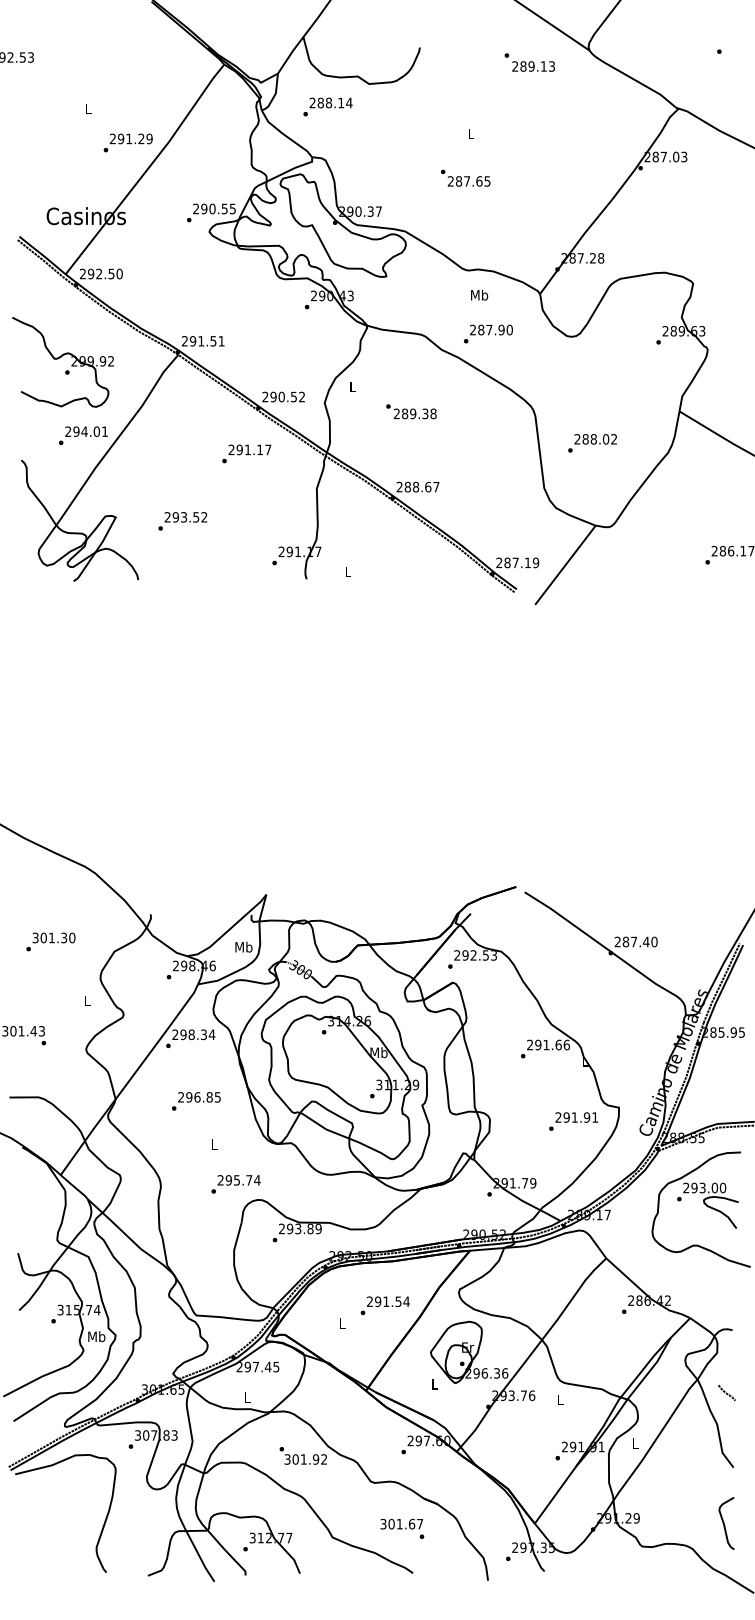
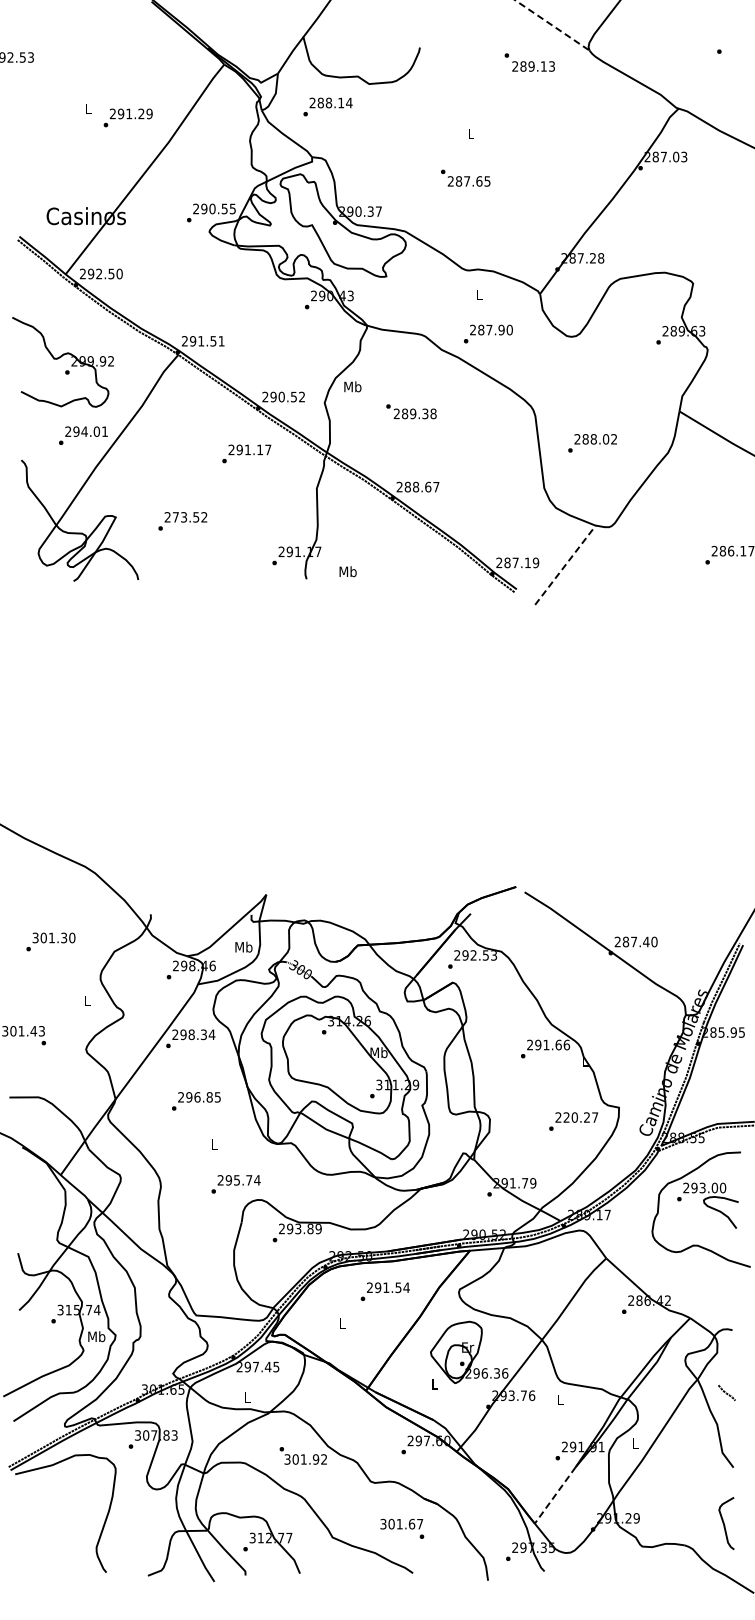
line at (552, 25): solid -> dashed
text at (127, 142) position: (127, 142) -> (127, 117)
text at (479, 294): Mb -> L
text at (352, 386): L -> Mb
text at (175, 517): 293.52 -> 273.52
line at (565, 565): solid -> dashed
text at (347, 571): L -> Mb
text at (580, 1117): 291.91 -> 220.27
text at (384, 1305) position: (384, 1305) -> (384, 1291)
line at (555, 1495): solid -> dashed
